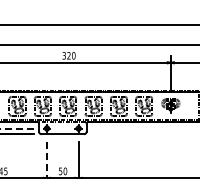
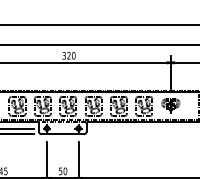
line at (17, 128): dashed -> solid
line at (46, 160): dashed -> solid
